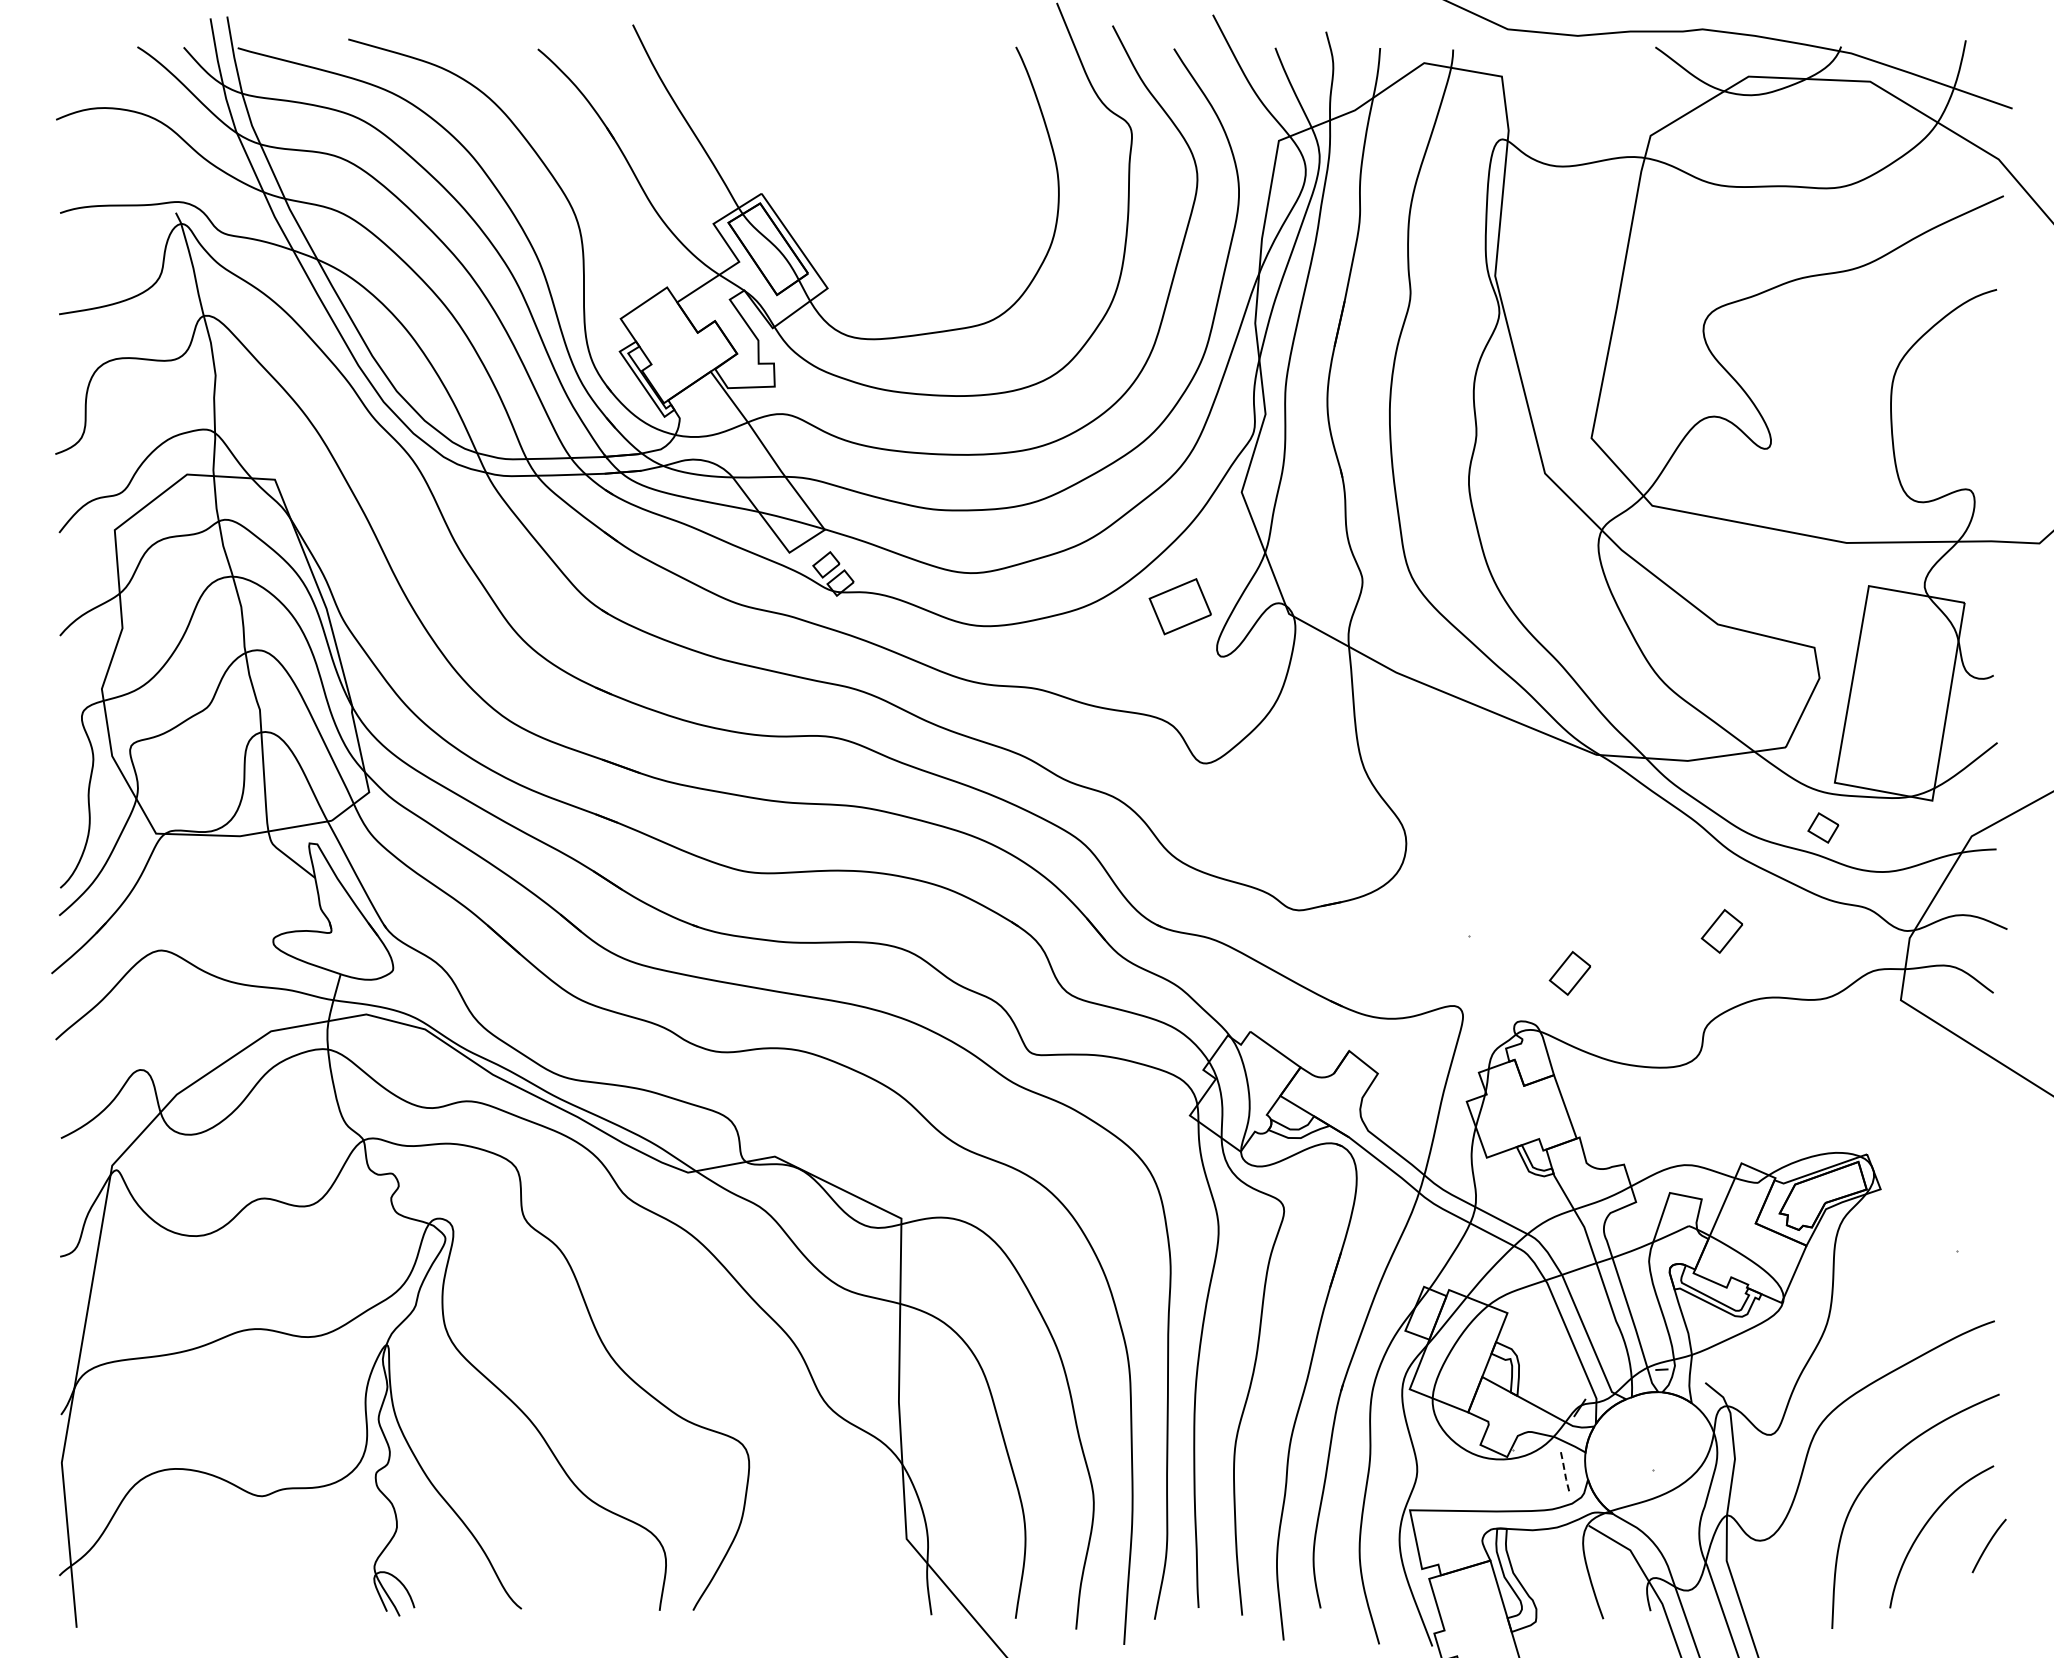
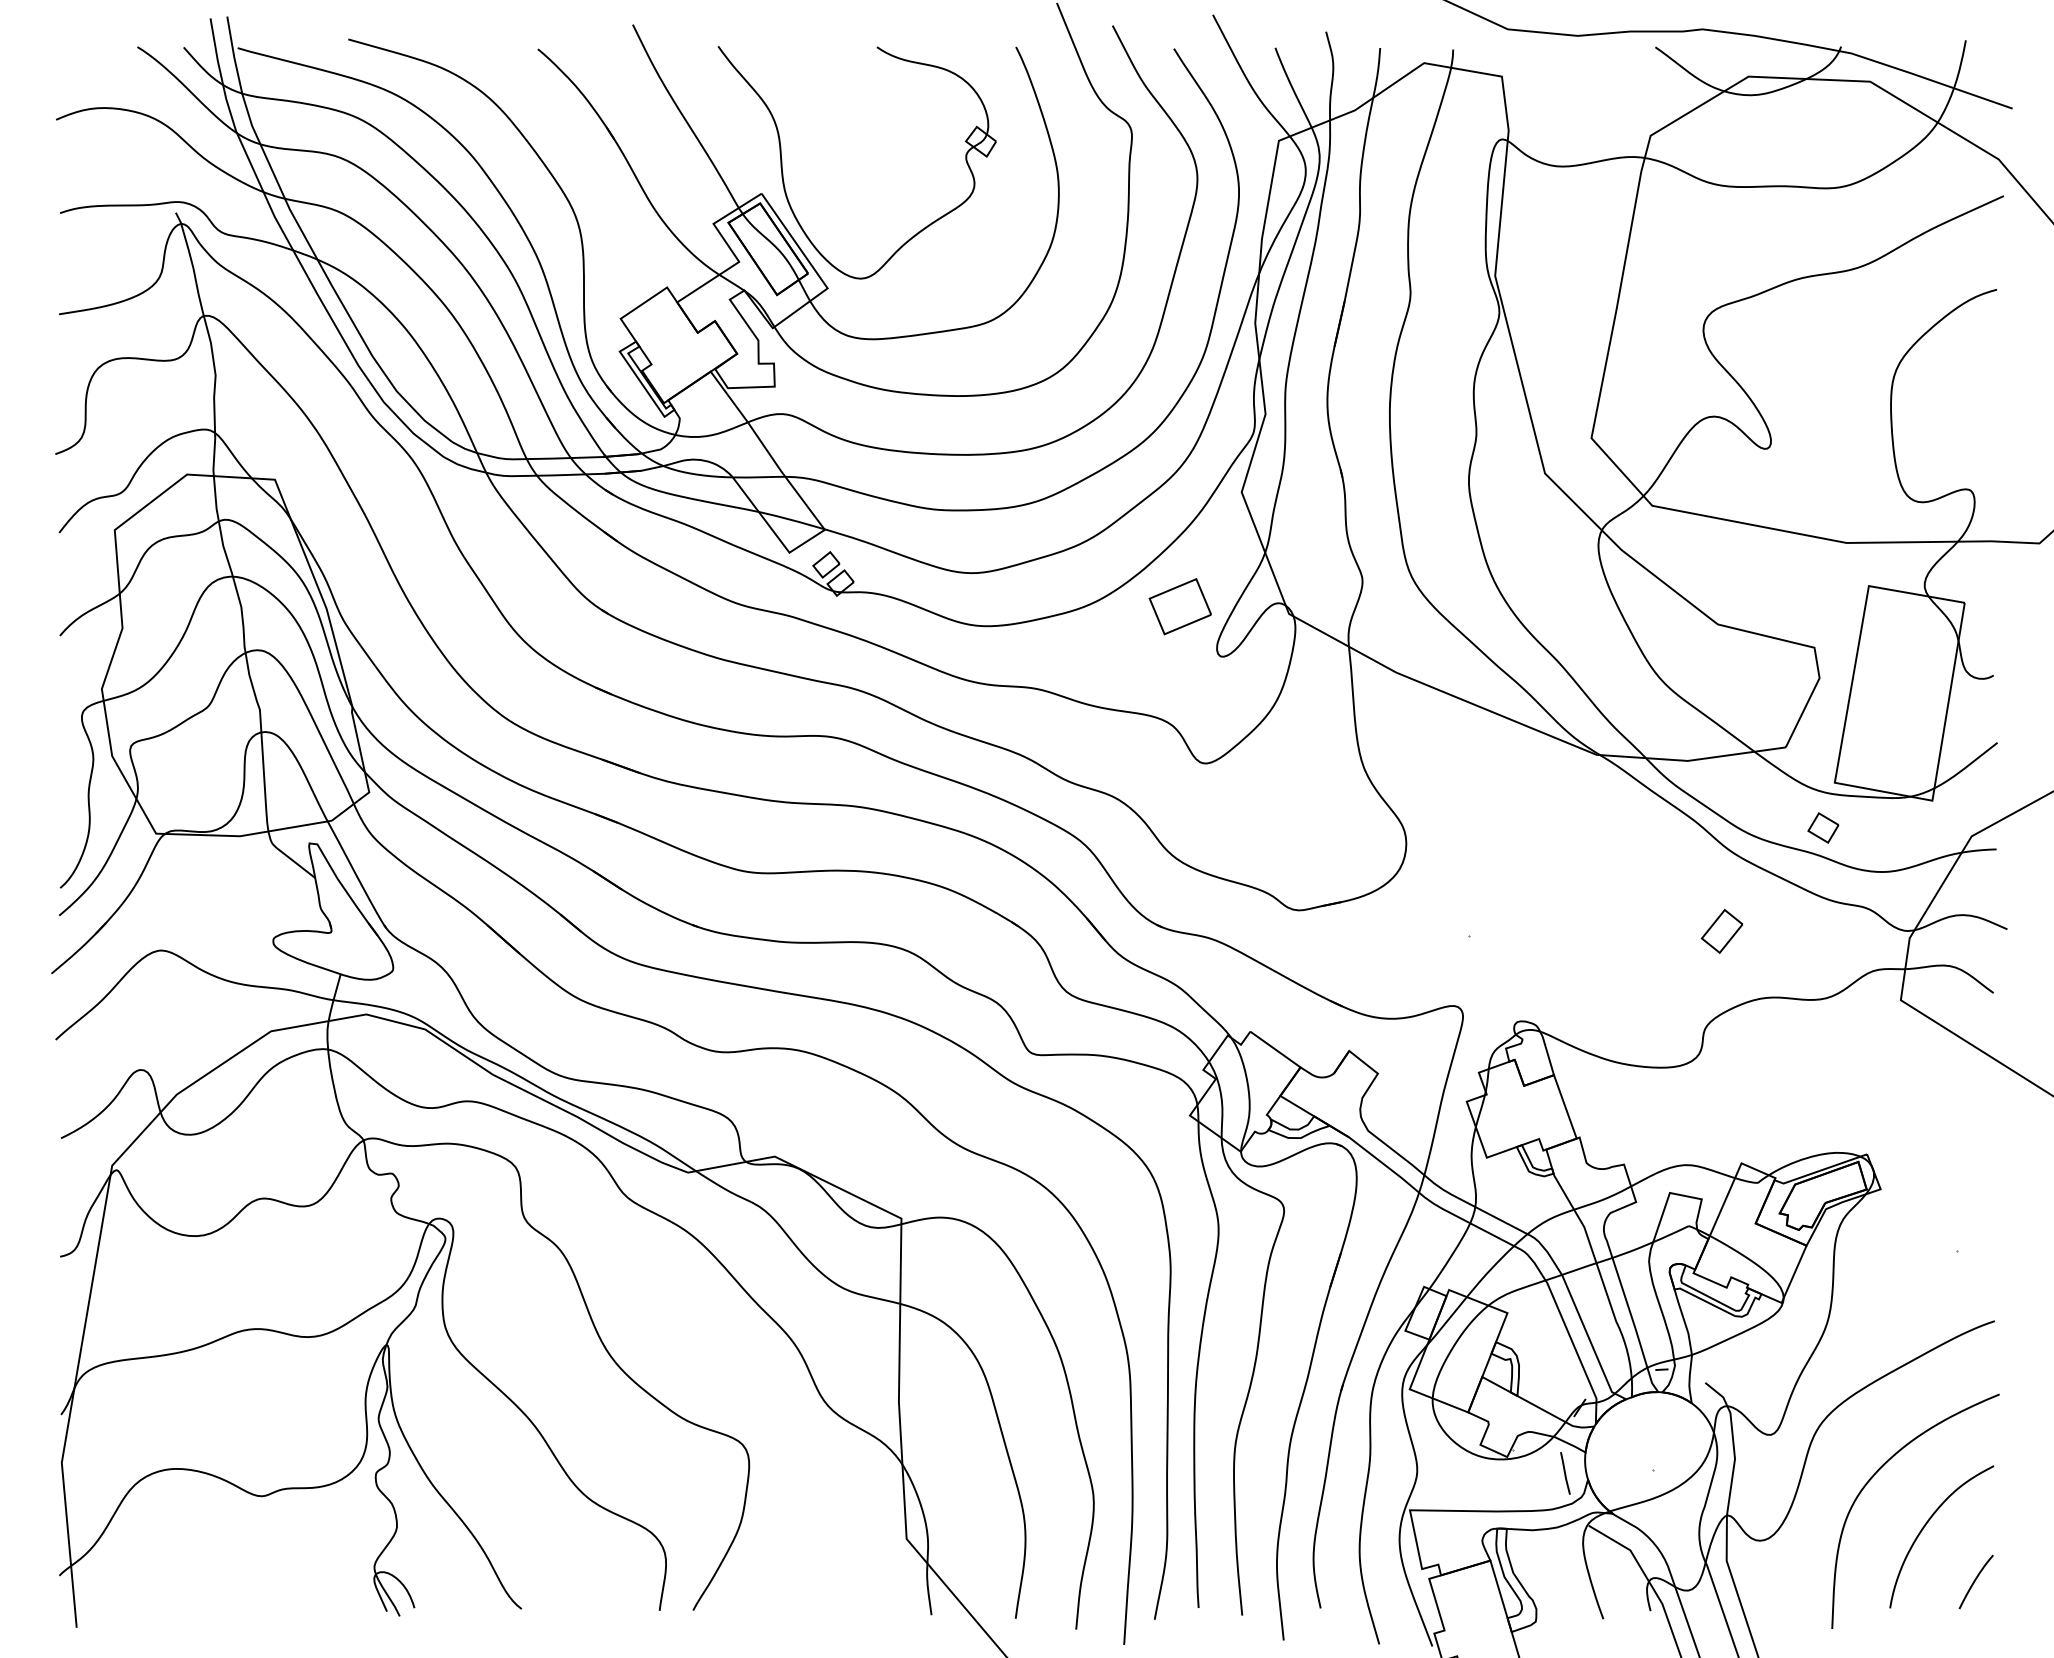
part at (783, 172): none -> present
part at (1569, 973): present -> none
line at (1565, 1473): dashed -> solid
curve at (1988, 1545) position: (1988, 1545) -> (1975, 1581)
